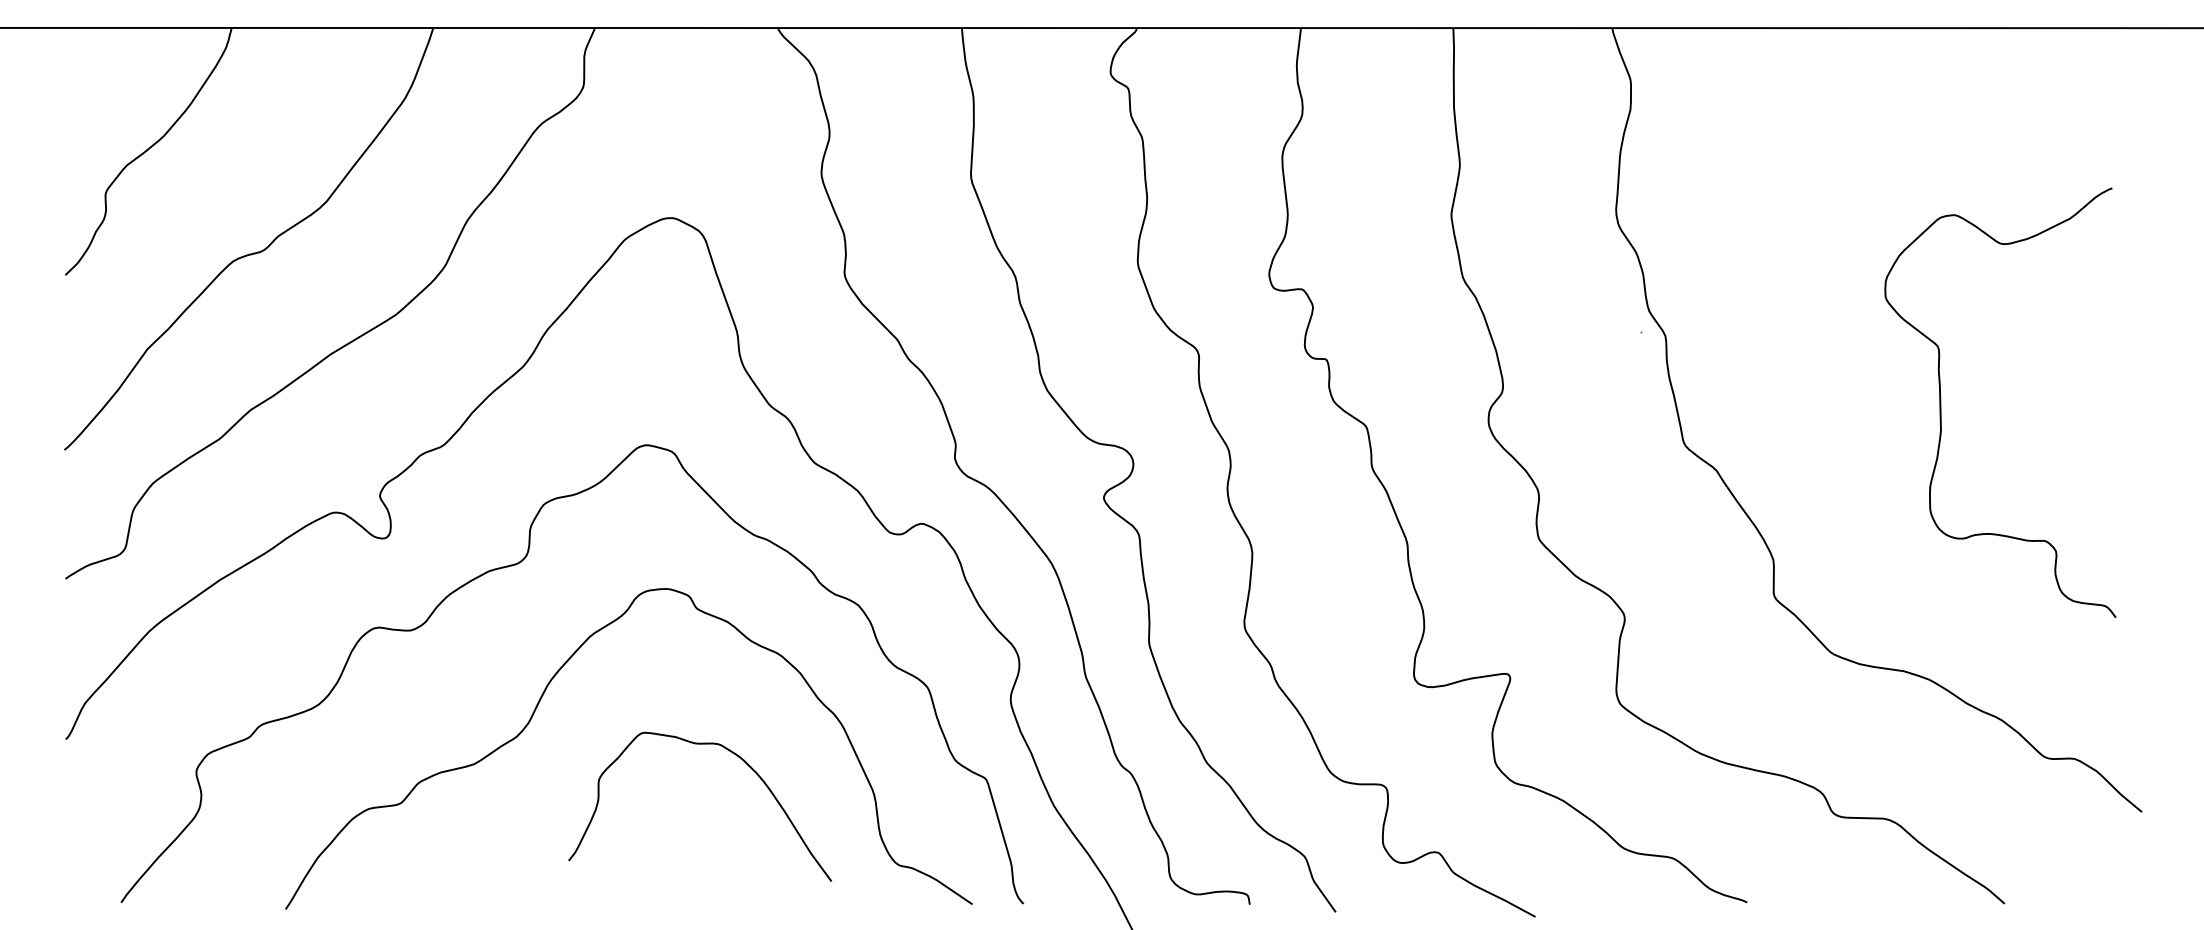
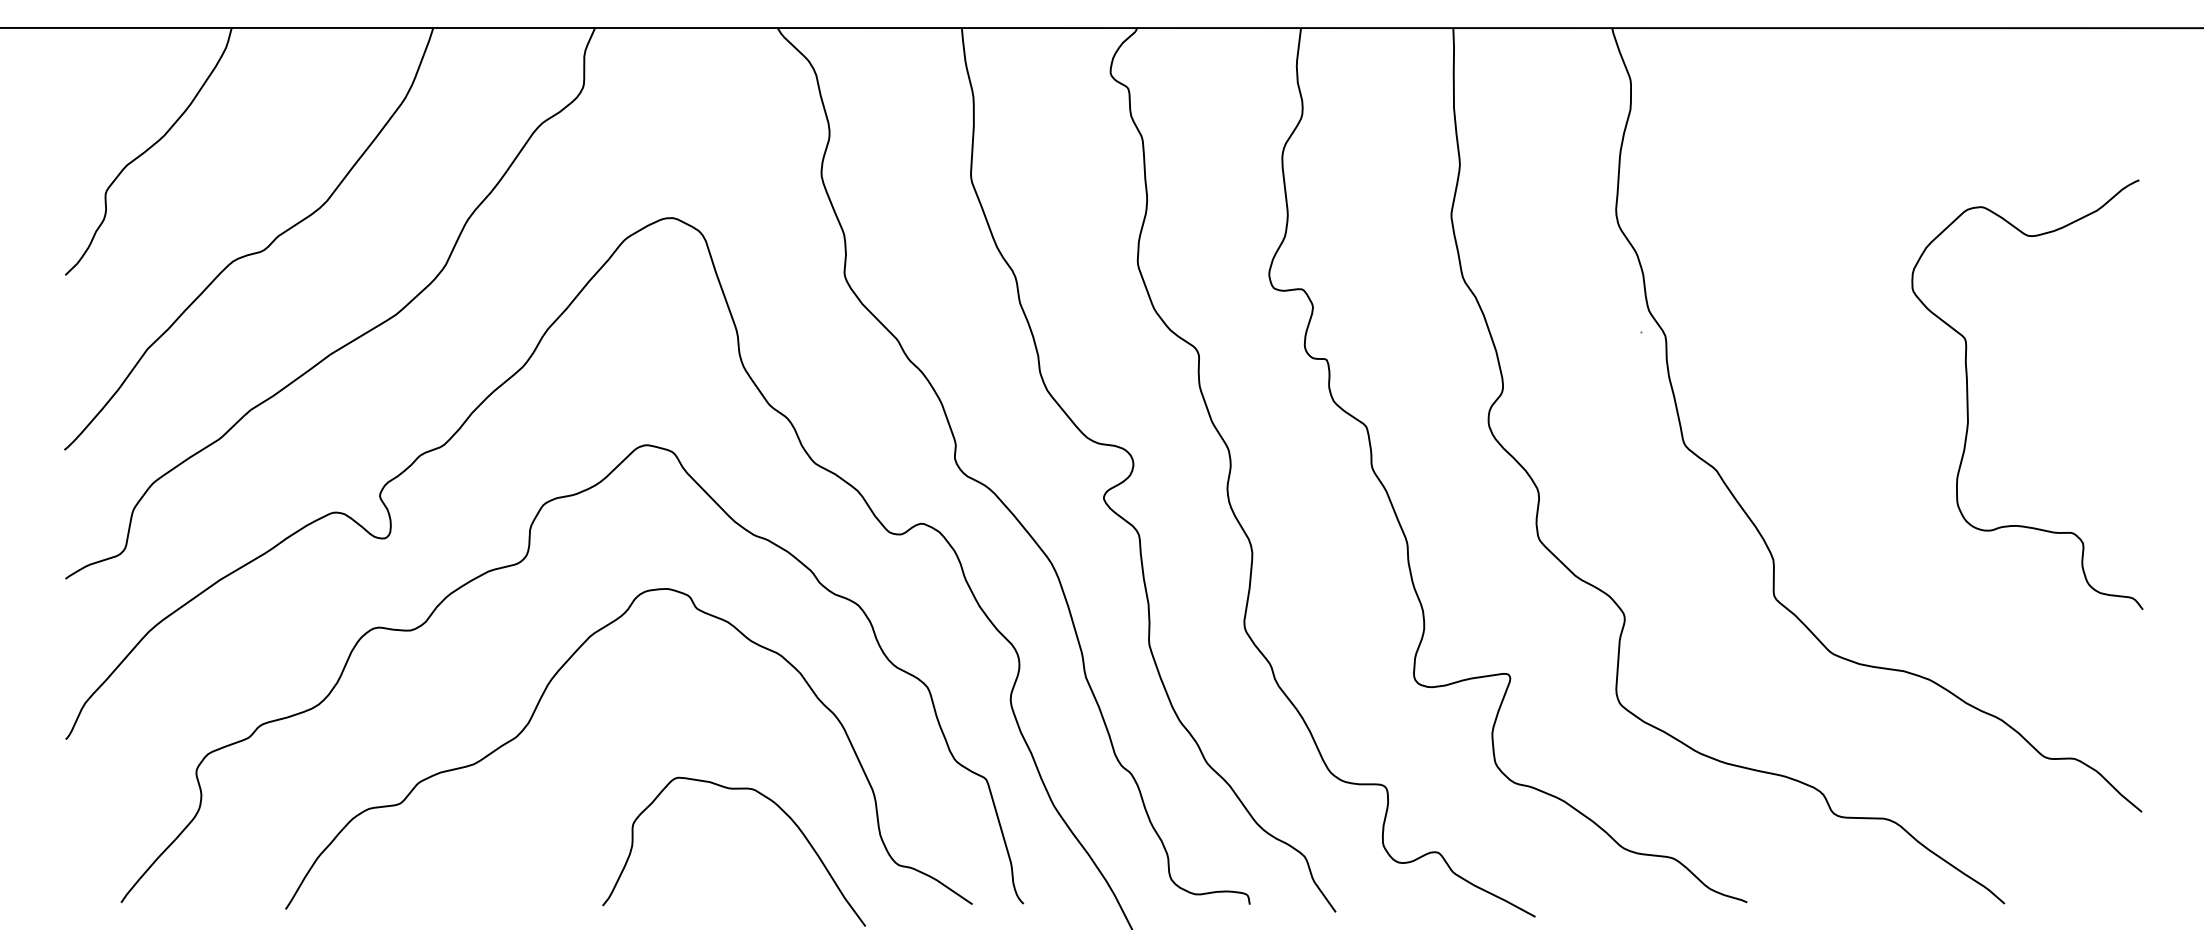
curve at (1941, 402) position: (1941, 402) -> (1968, 394)
curve at (699, 744) position: (699, 744) -> (733, 789)
